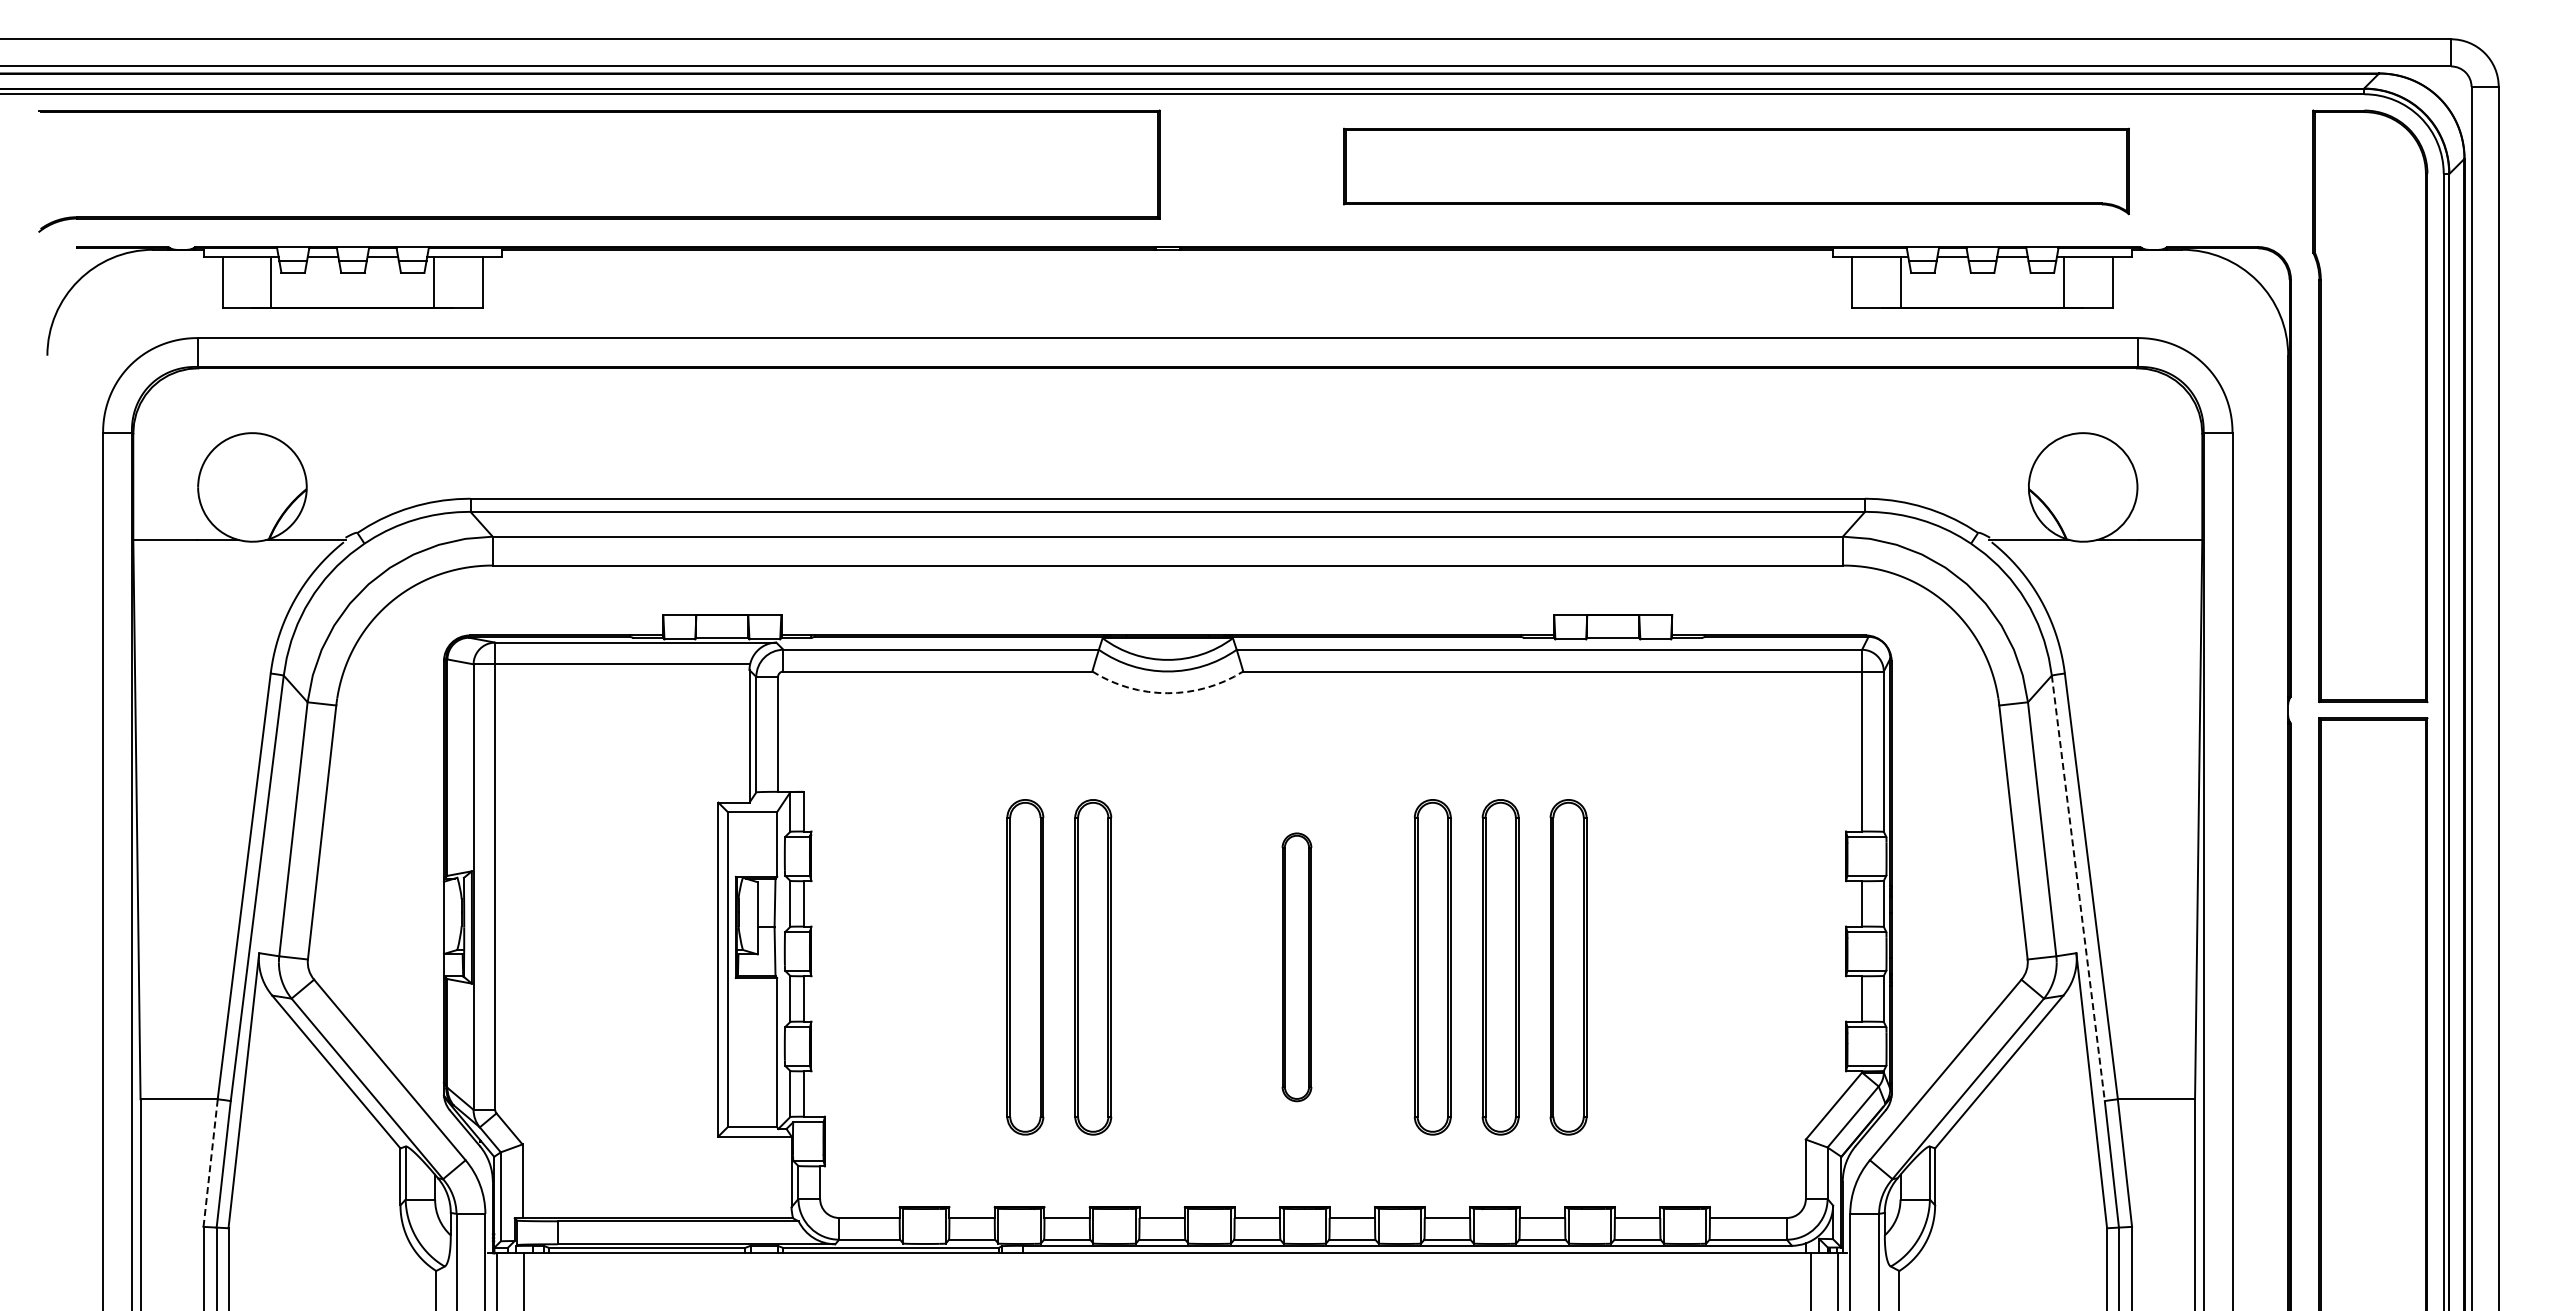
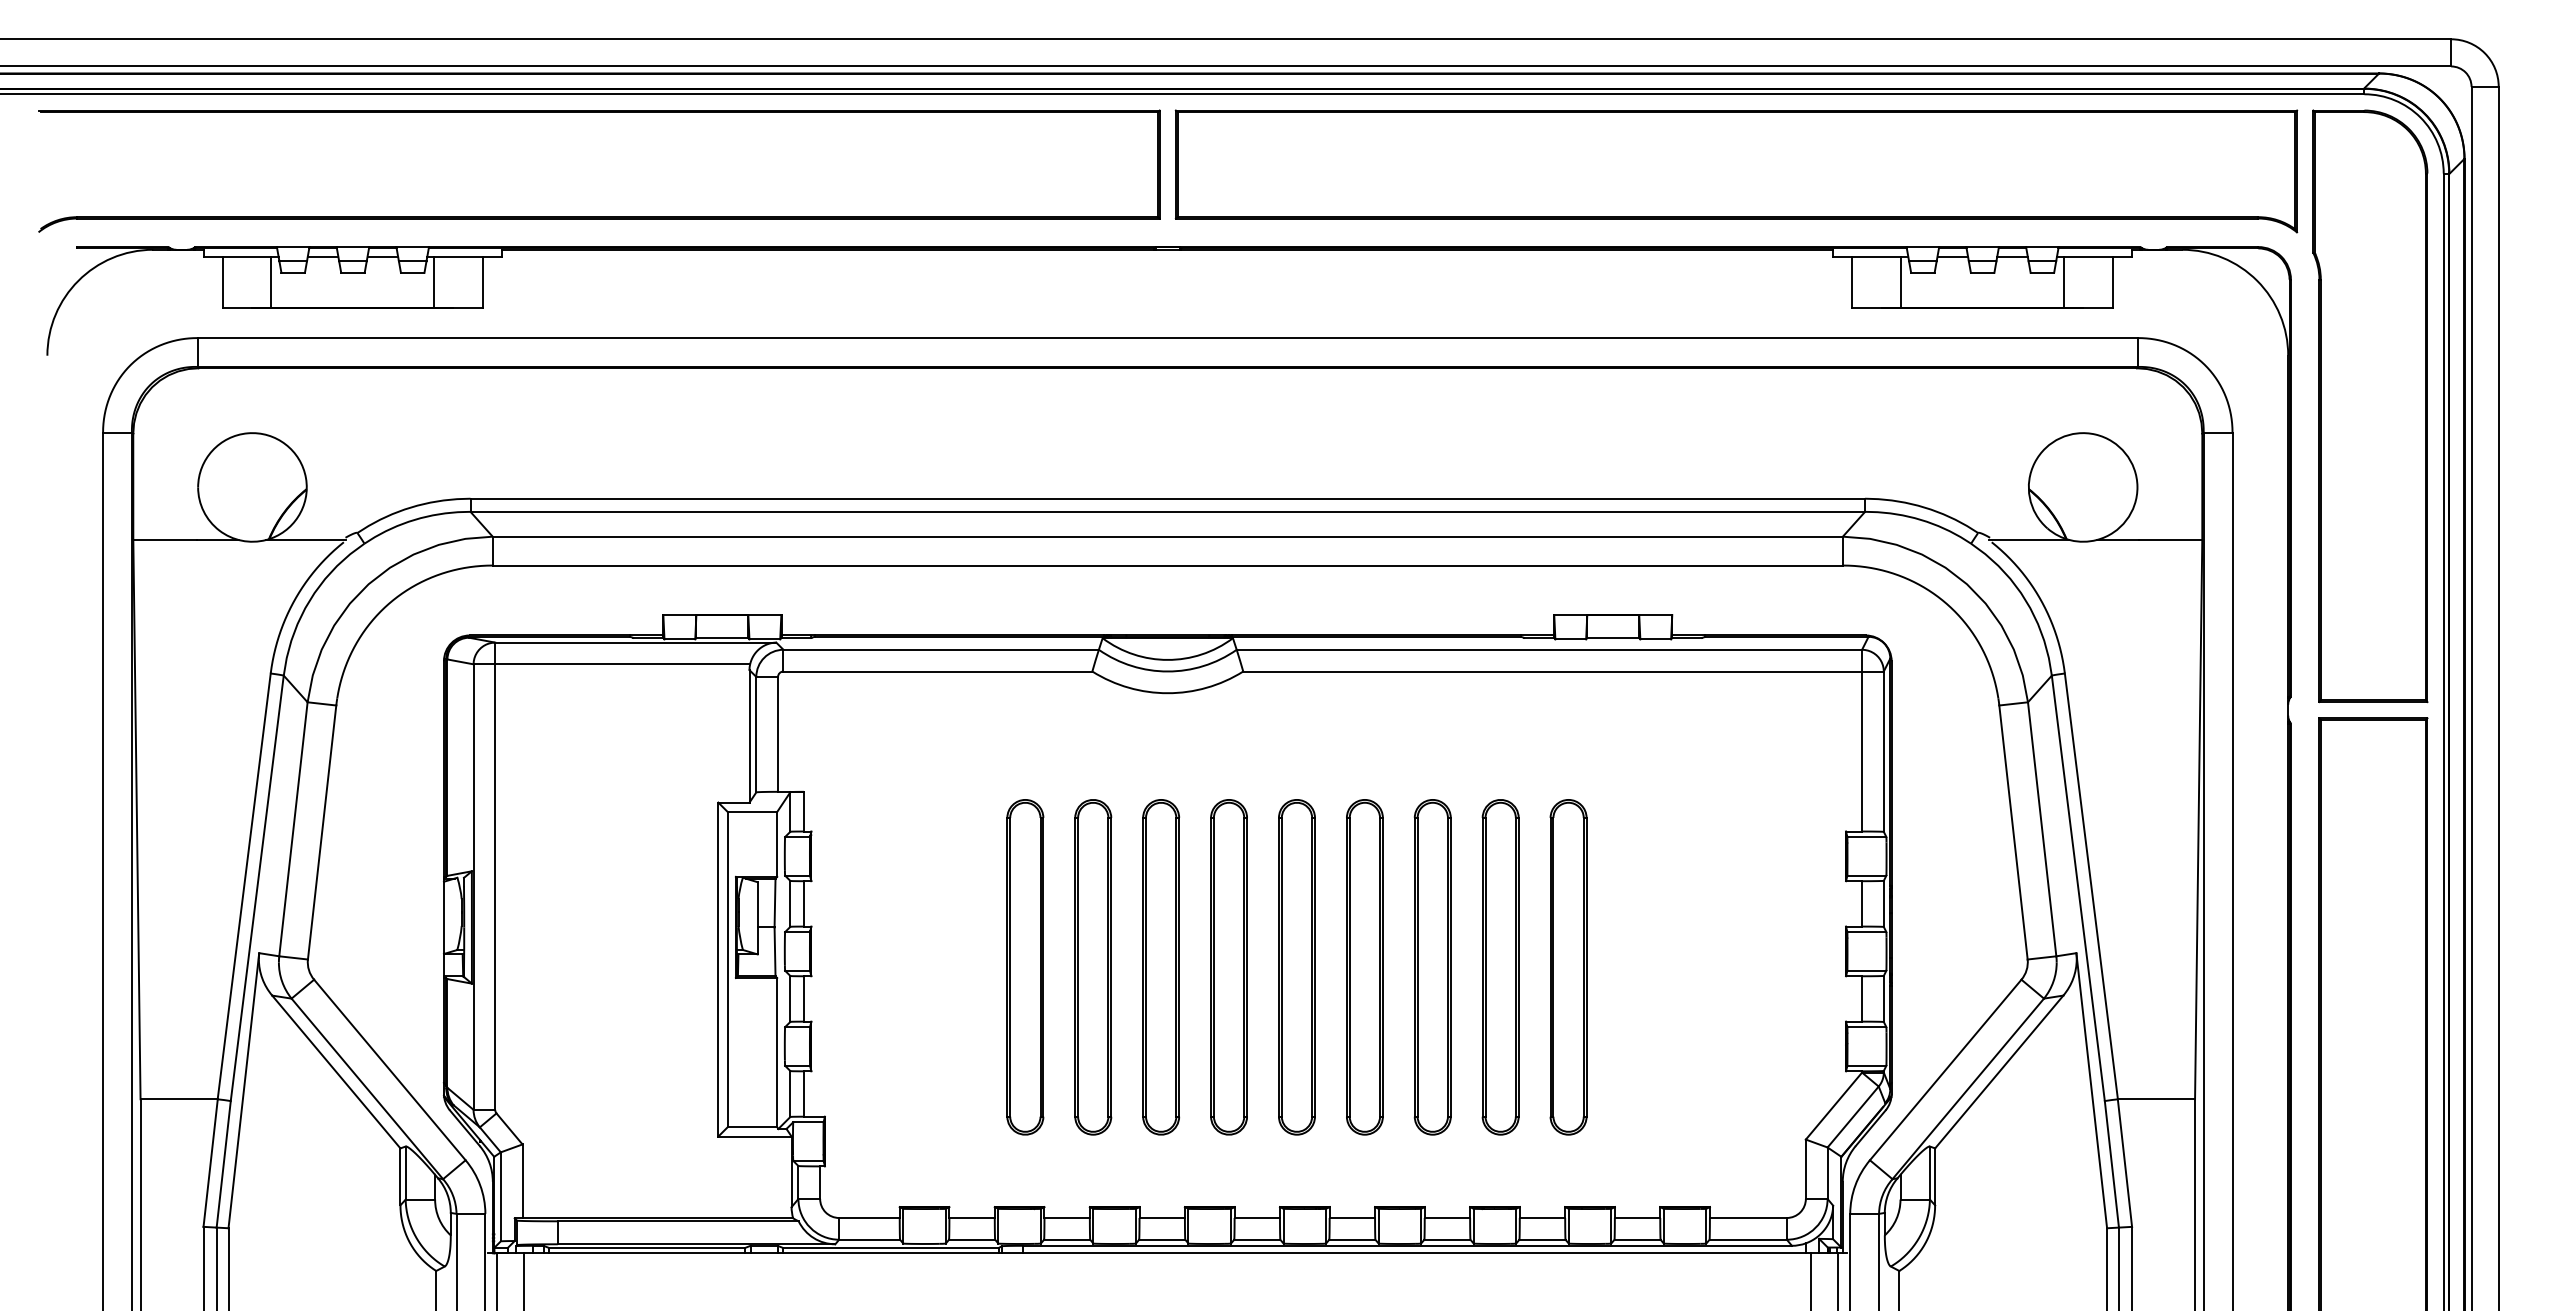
part at (1736, 171) size: 787x89 px -> 1125x125 px
arc at (1167, 693): dashed -> solid
line at (2078, 888): dashed -> solid
part at (1161, 967): none -> present
part at (1228, 967): none -> present
part at (1296, 967) size: 32x271 px -> 38x337 px
part at (1364, 967): none -> present
line at (210, 1162): dashed -> solid
